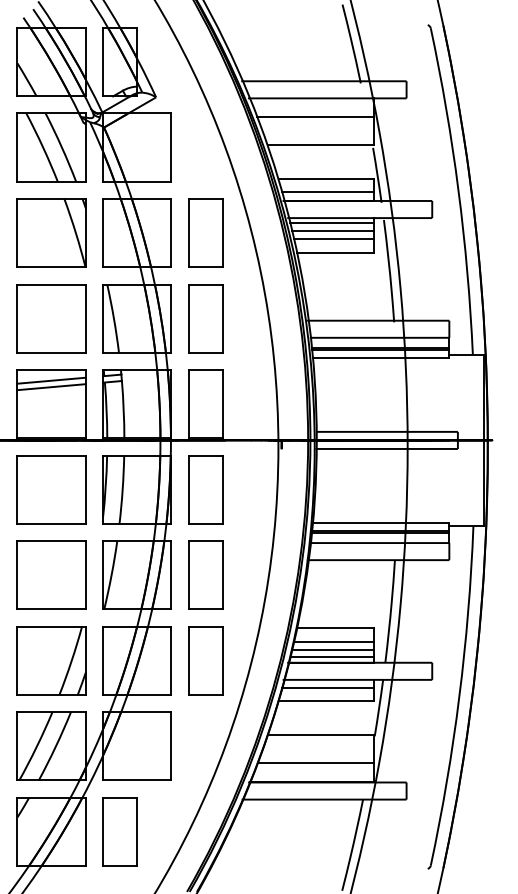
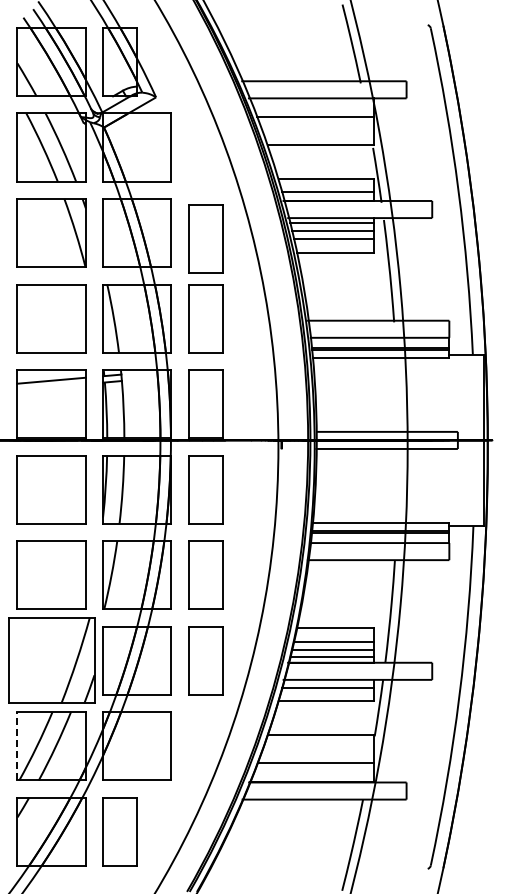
part at (205, 232) position: (205, 232) -> (205, 238)
line at (51, 387): present -> none
part at (51, 660) size: 71x70 px -> 88x87 px
line at (17, 745): solid -> dashed
